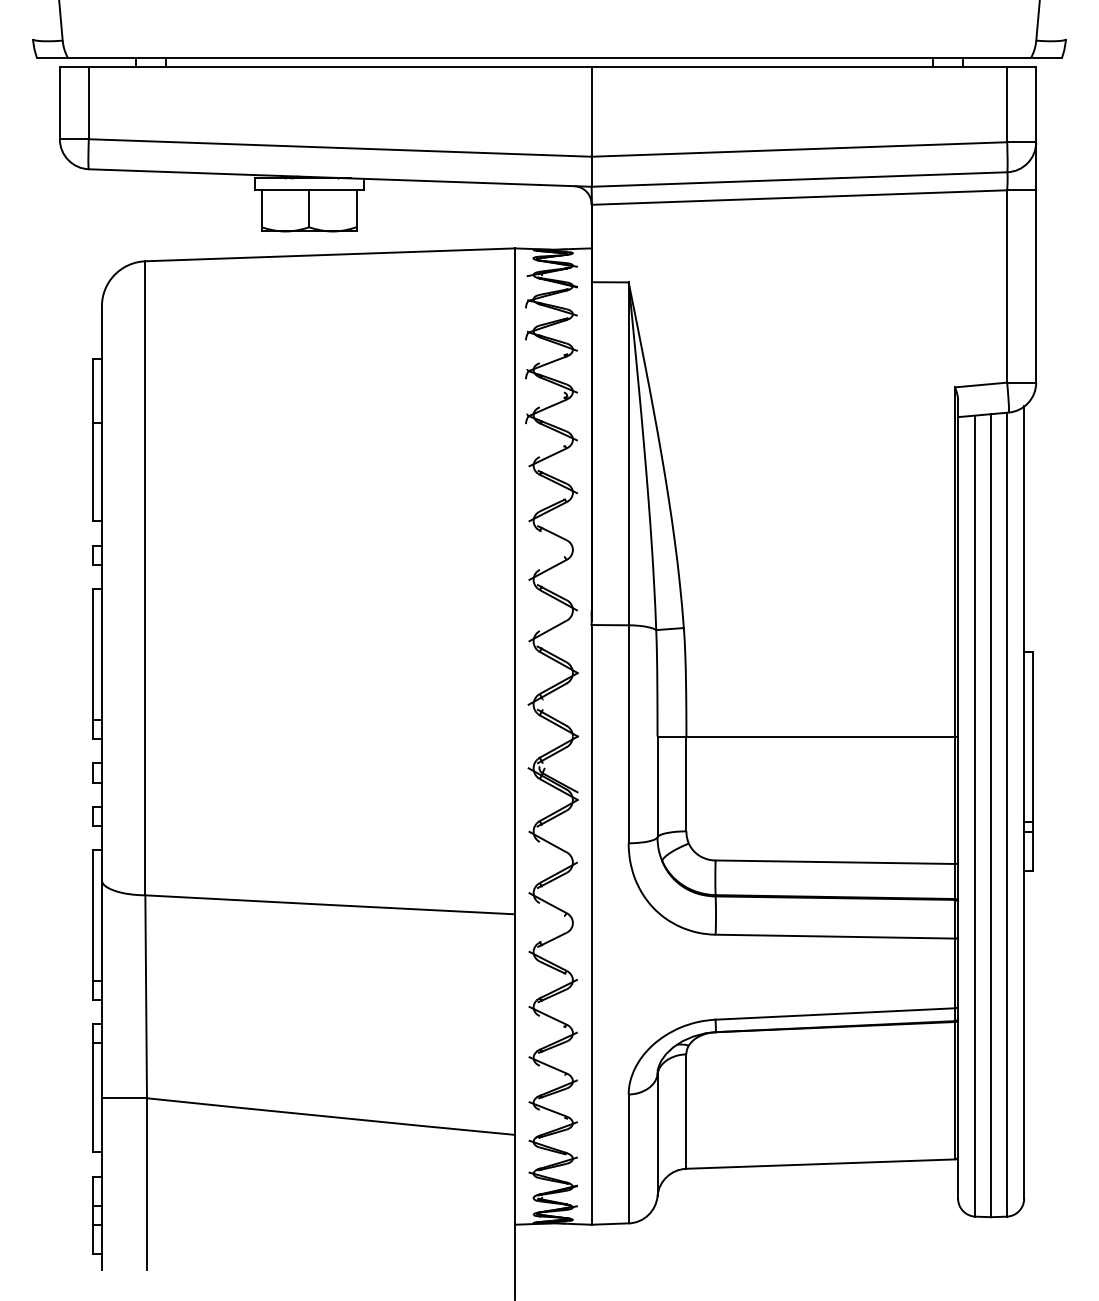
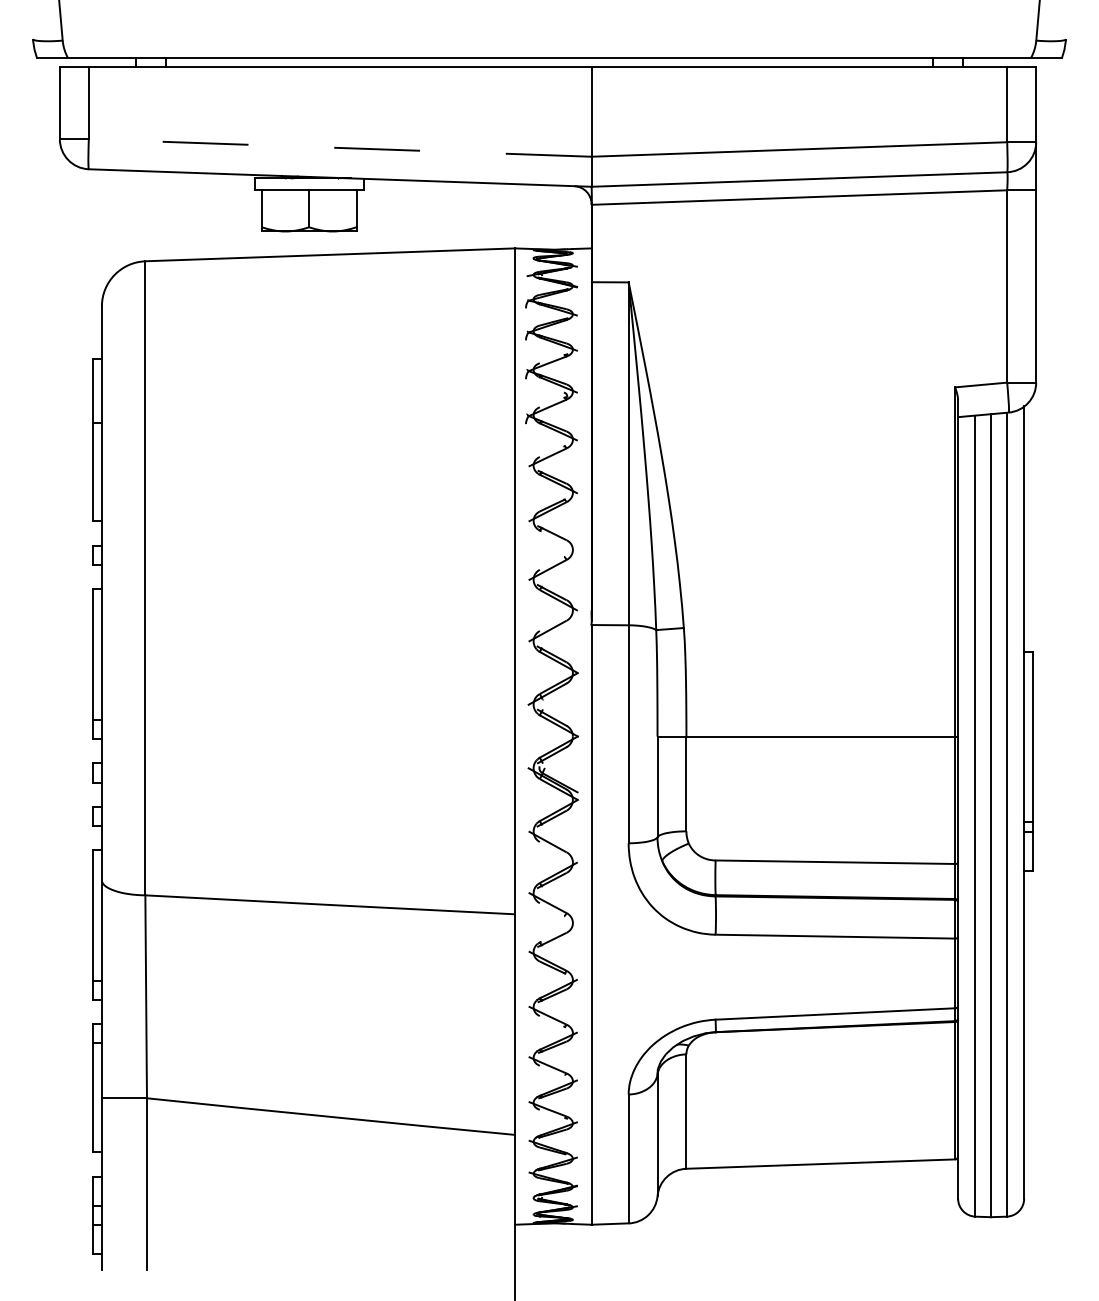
line at (340, 147): solid -> dashed
